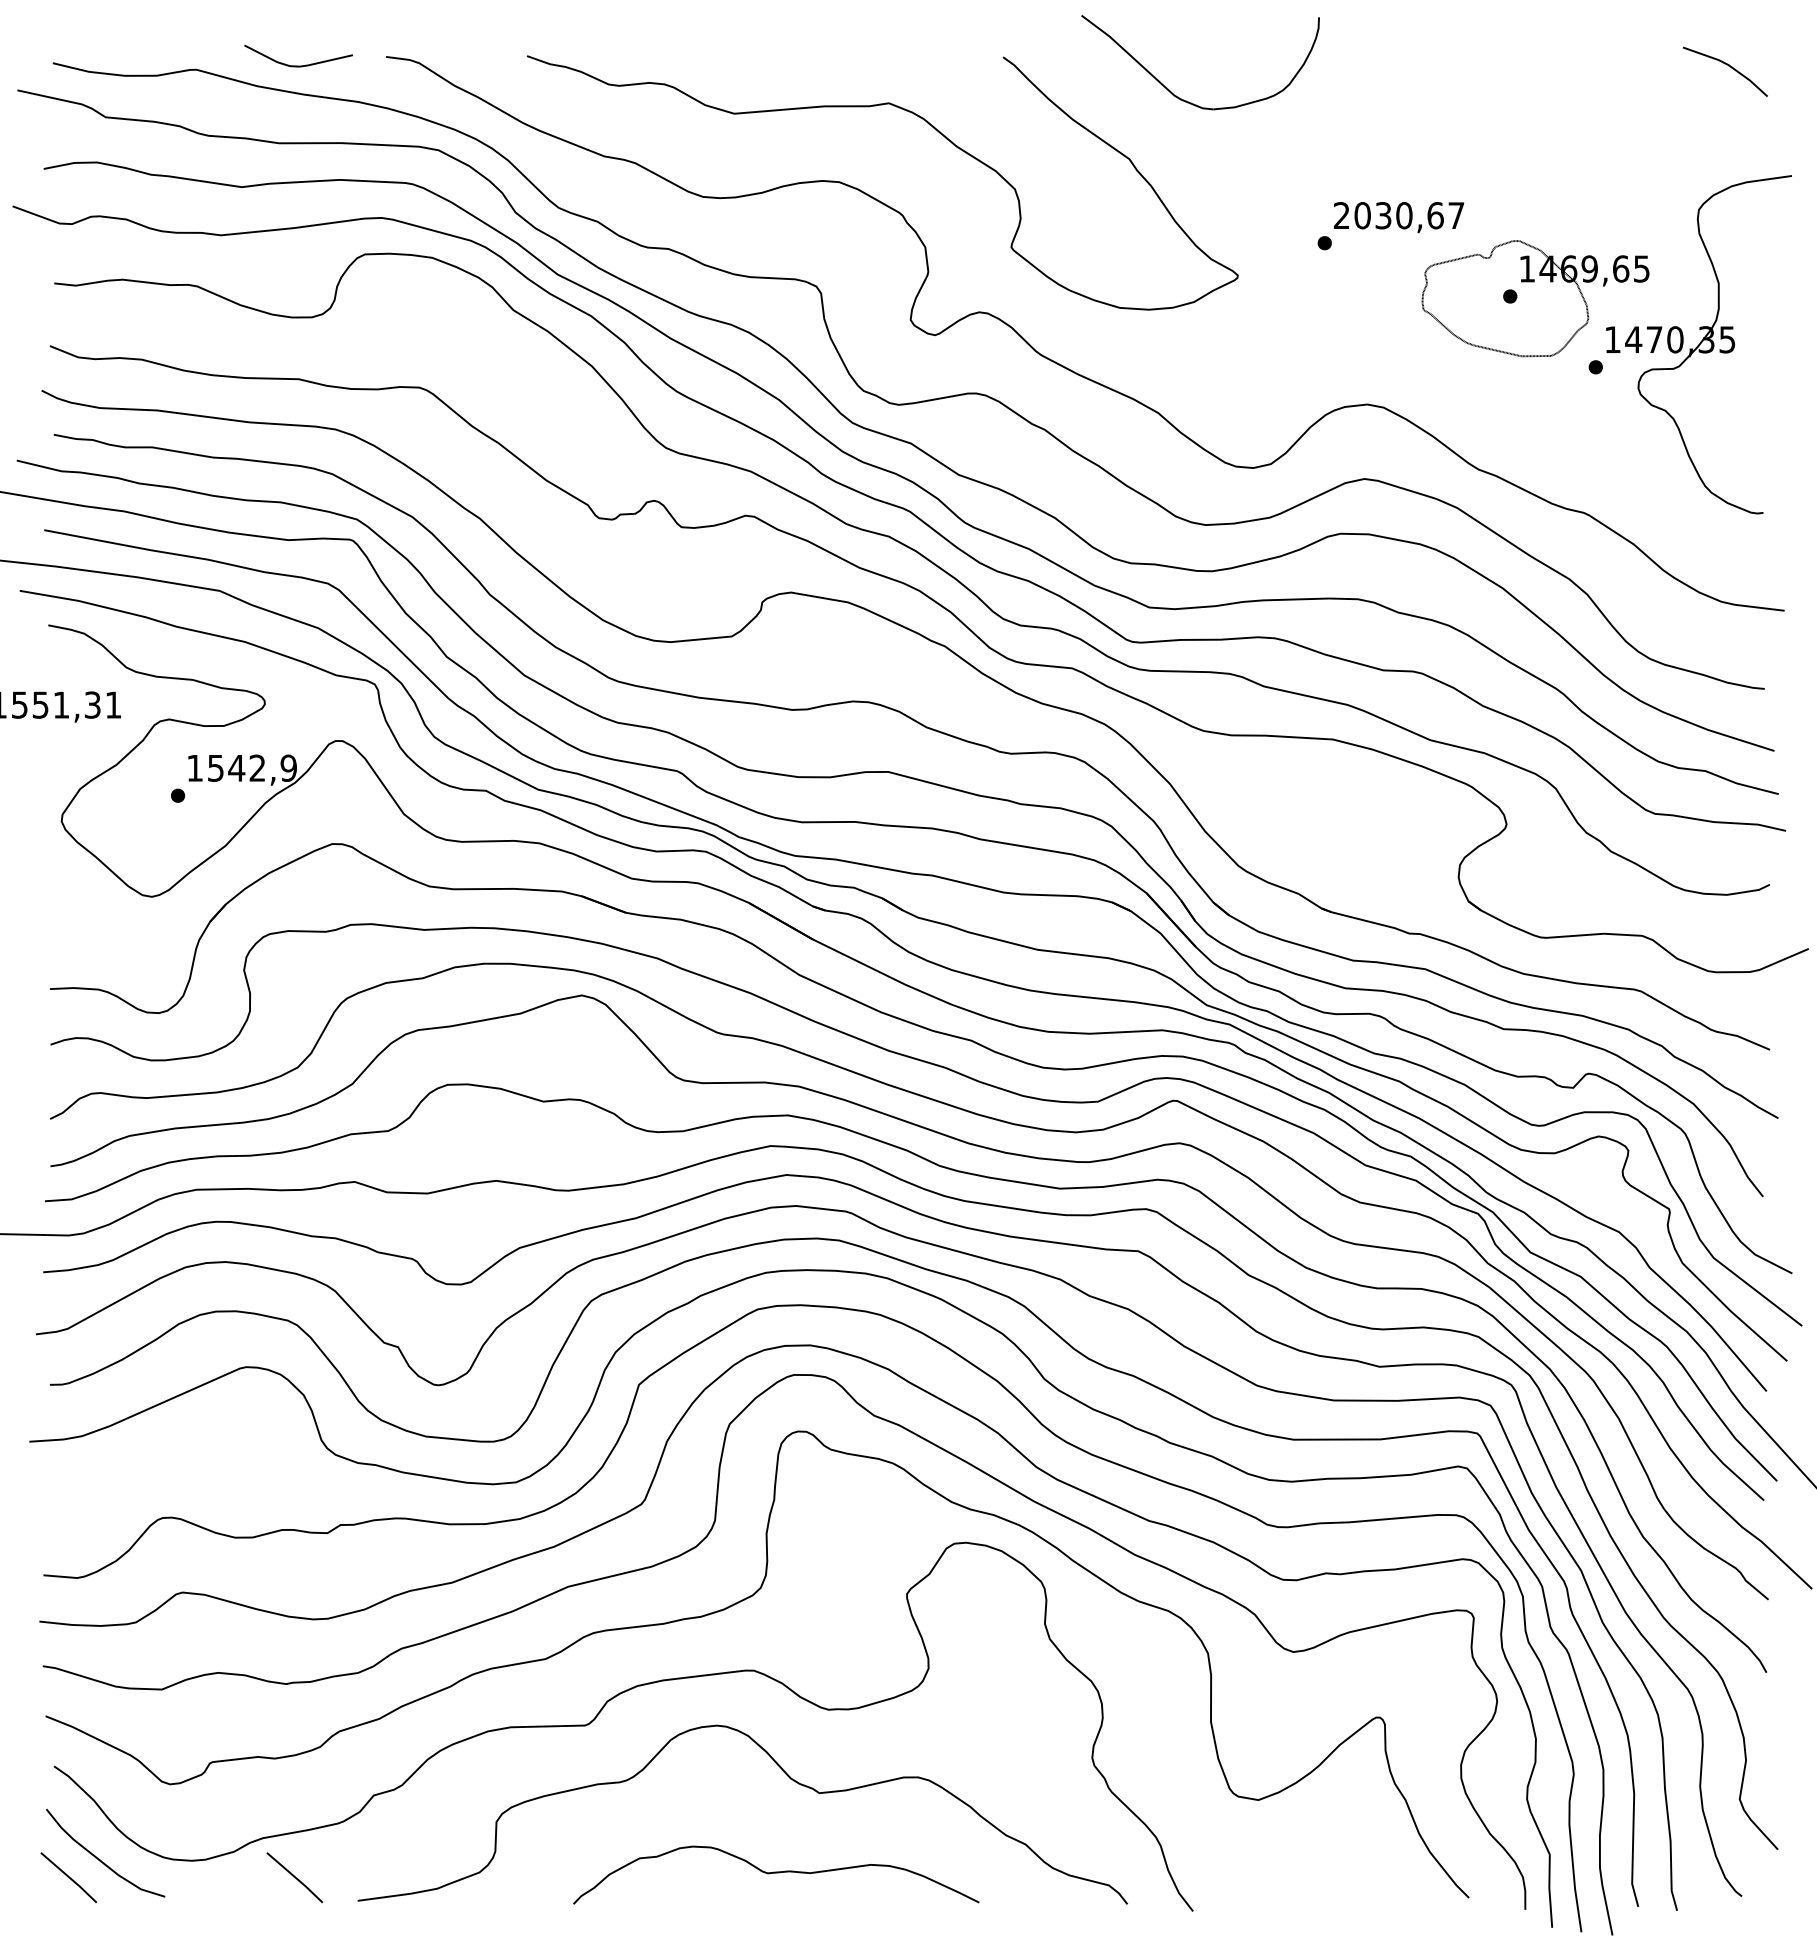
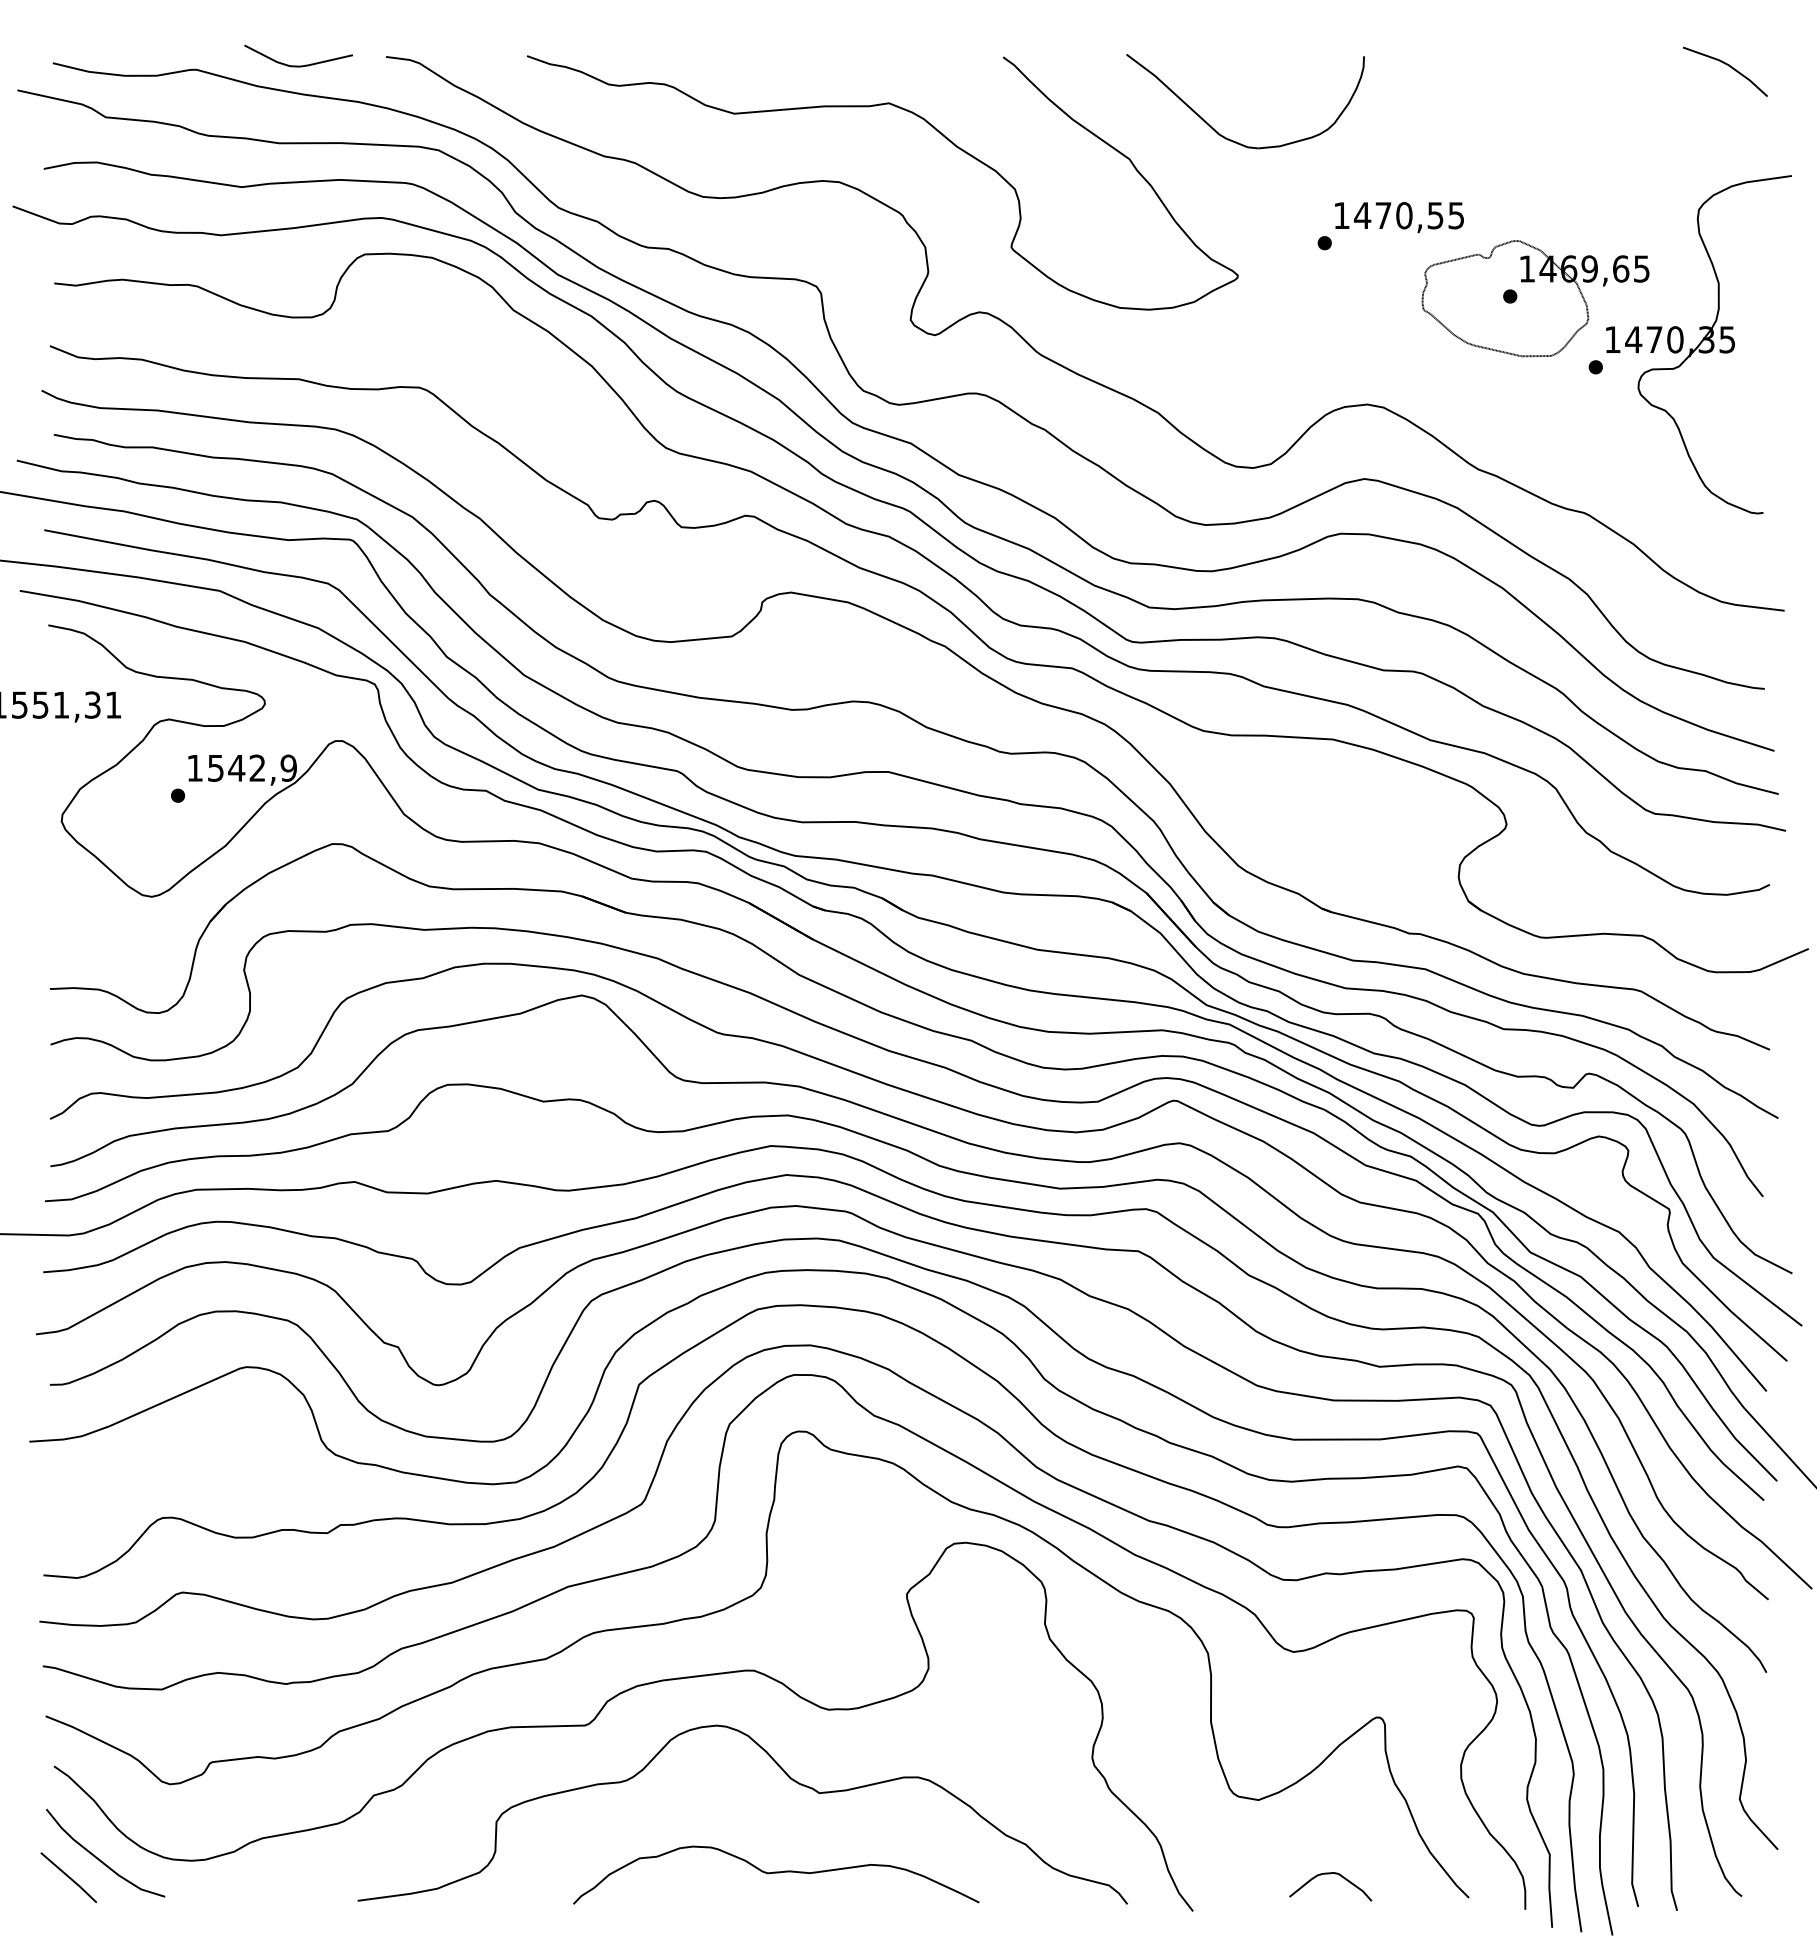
part at (1178, 96) position: (1178, 96) -> (1223, 135)
text at (1398, 215): 2030,67 -> 1470,55
curve at (1330, 1874): none -> present
line at (294, 1877): present -> none
